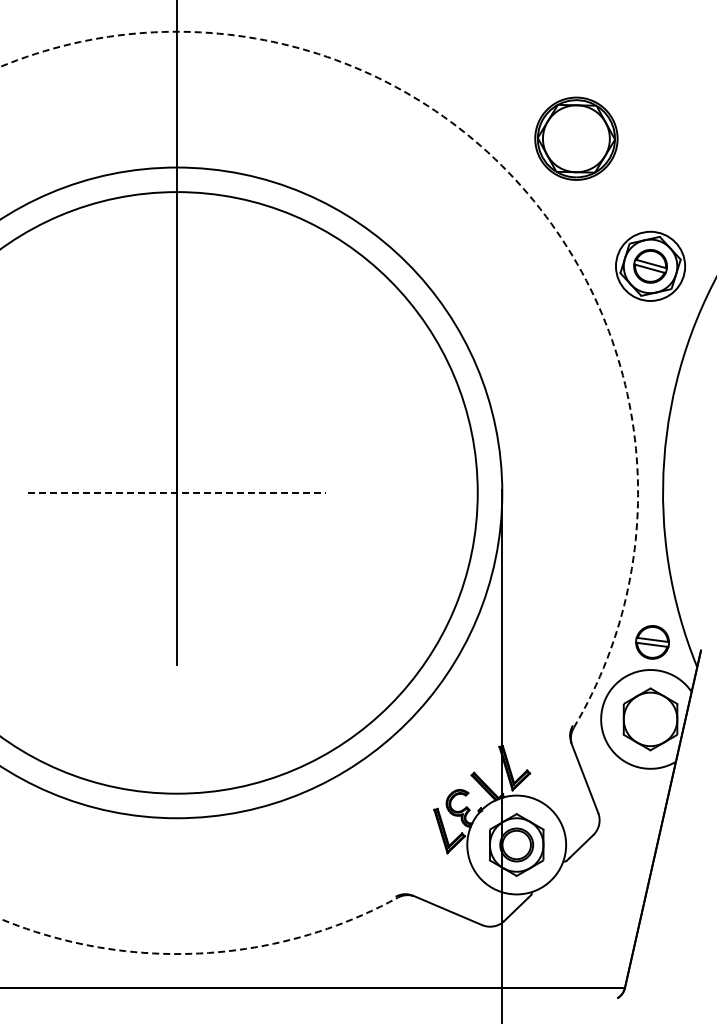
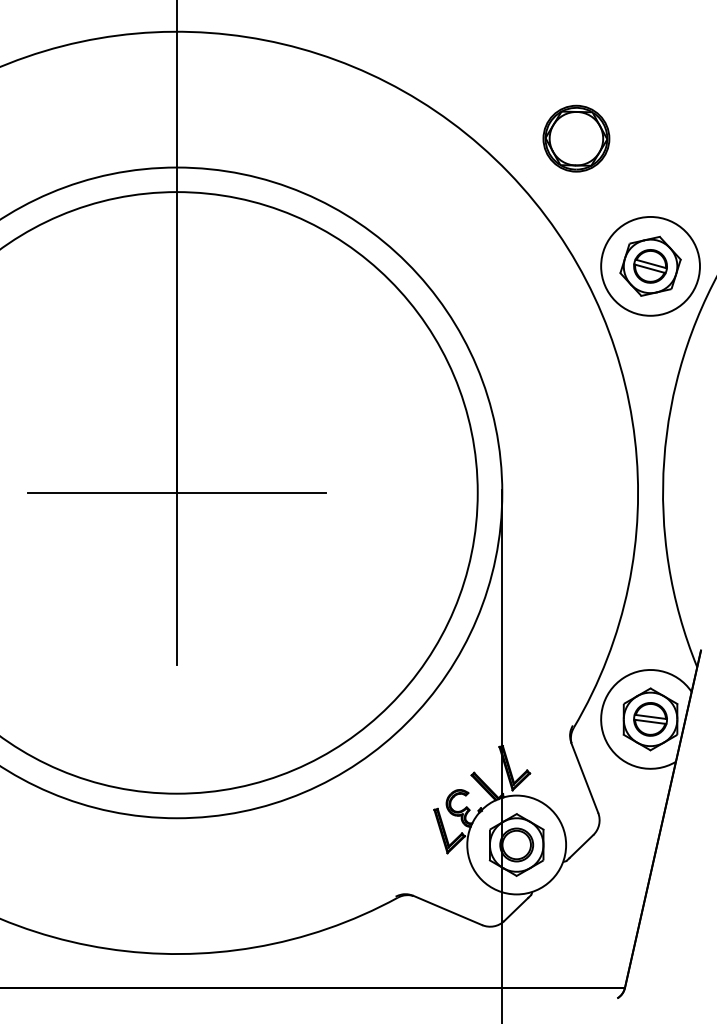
part at (576, 138) size: 85x85 px -> 69x69 px
arc at (524, 190): dashed -> solid
circle at (650, 265) diameter: 69 px -> 99 px
line at (176, 492): dashed -> solid
part at (652, 642) position: (652, 642) -> (650, 719)
arc at (200, 953): dashed -> solid
